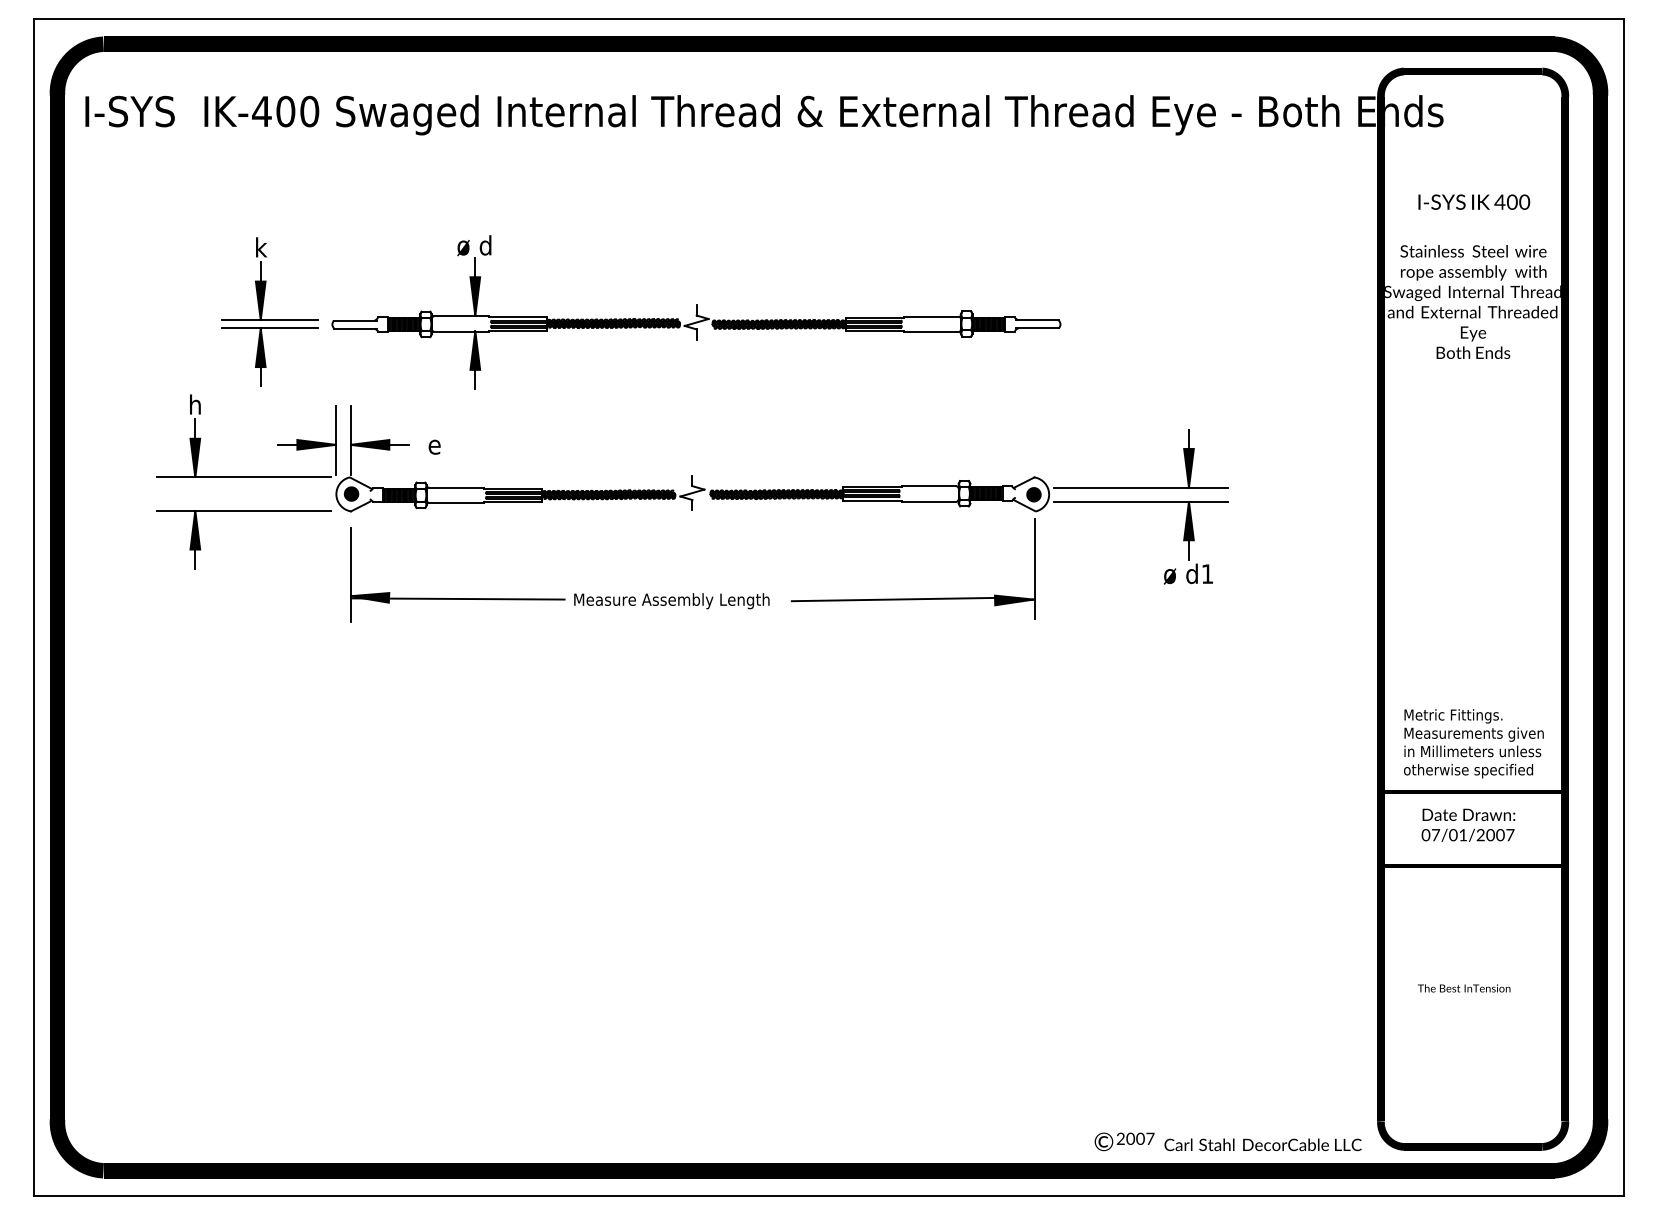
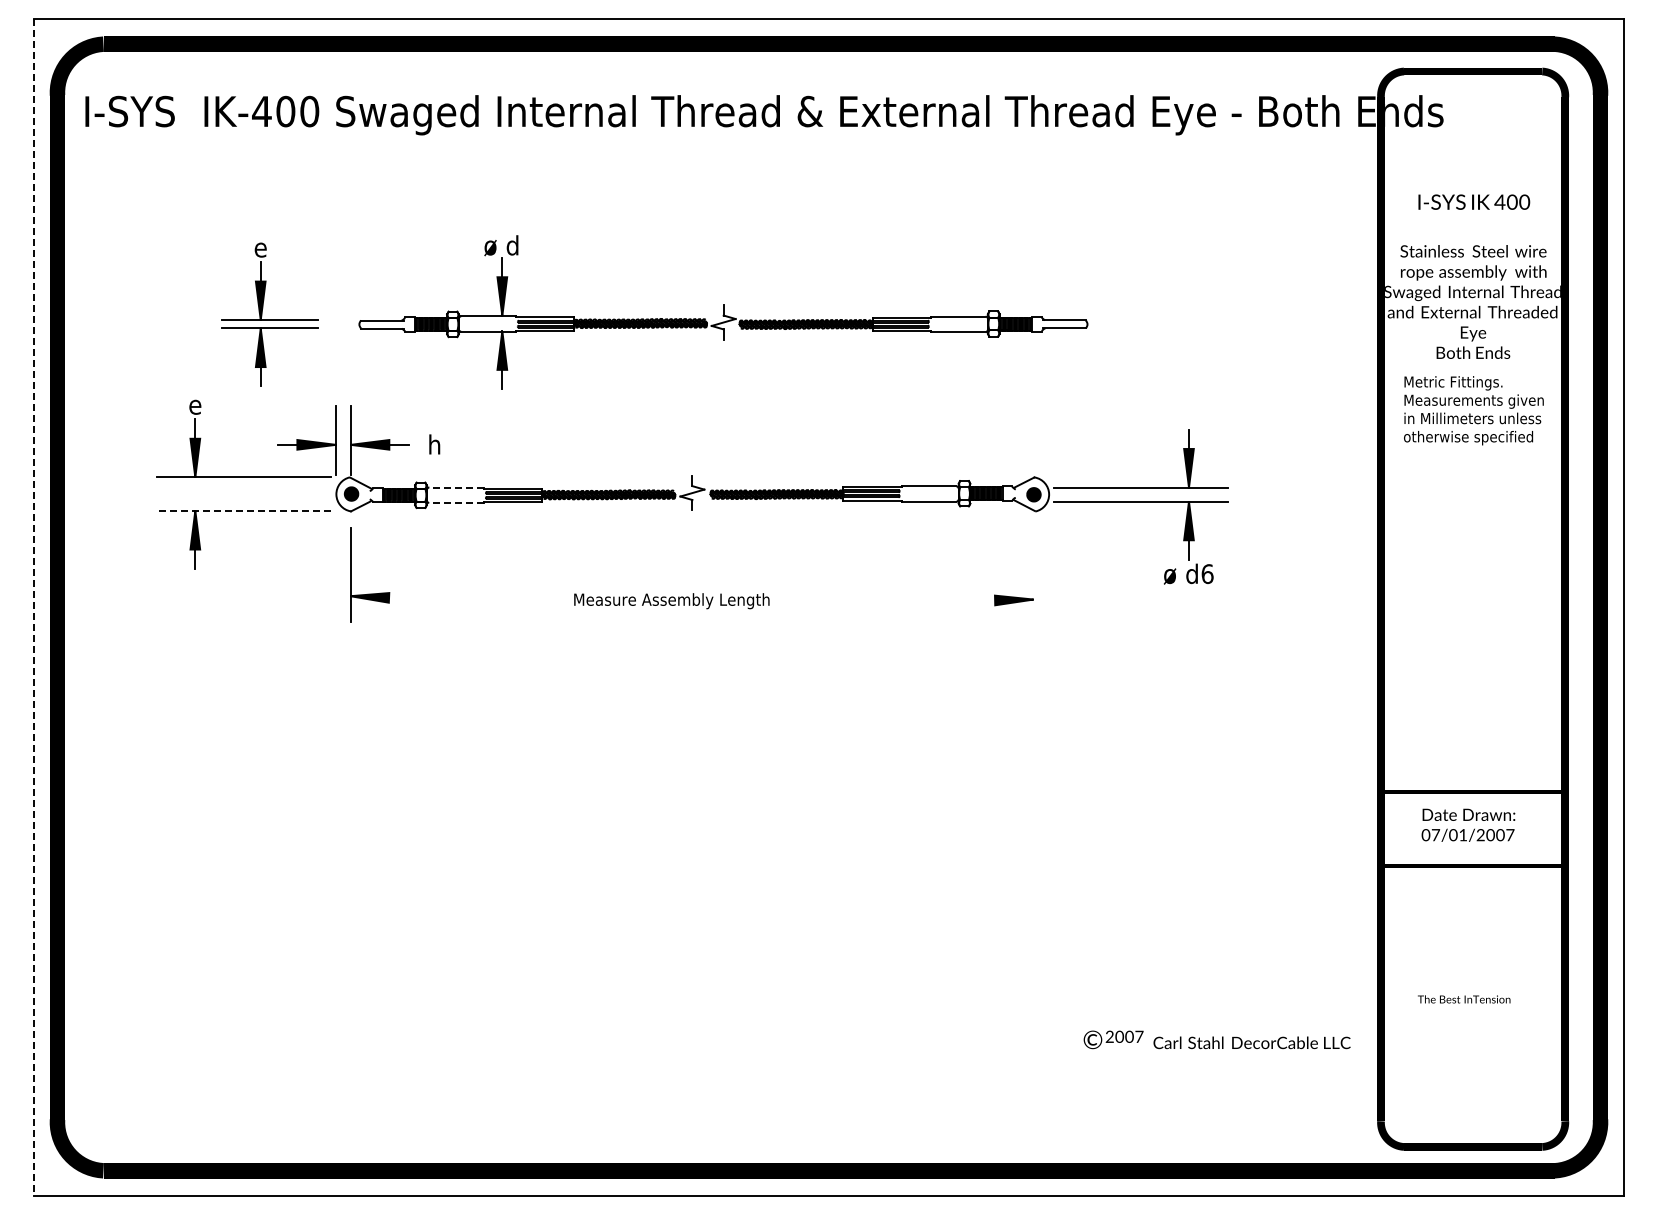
text at (260, 247): k -> e
part at (696, 312) position: (696, 312) -> (723, 312)
text at (195, 404): h -> e
text at (434, 444): e -> h
line at (456, 487): solid -> dashed
line at (456, 503): solid -> dashed
line at (243, 510): solid -> dashed
line at (1035, 569): present -> none
text at (1207, 574): d1 -> d6
line at (458, 598): present -> none
line at (893, 599): present -> none
line at (34, 607): solid -> dashed
text at (1473, 743) position: (1473, 743) -> (1473, 410)
text at (1464, 988) position: (1464, 988) -> (1464, 999)
text at (1227, 1141) position: (1227, 1141) -> (1216, 1039)
